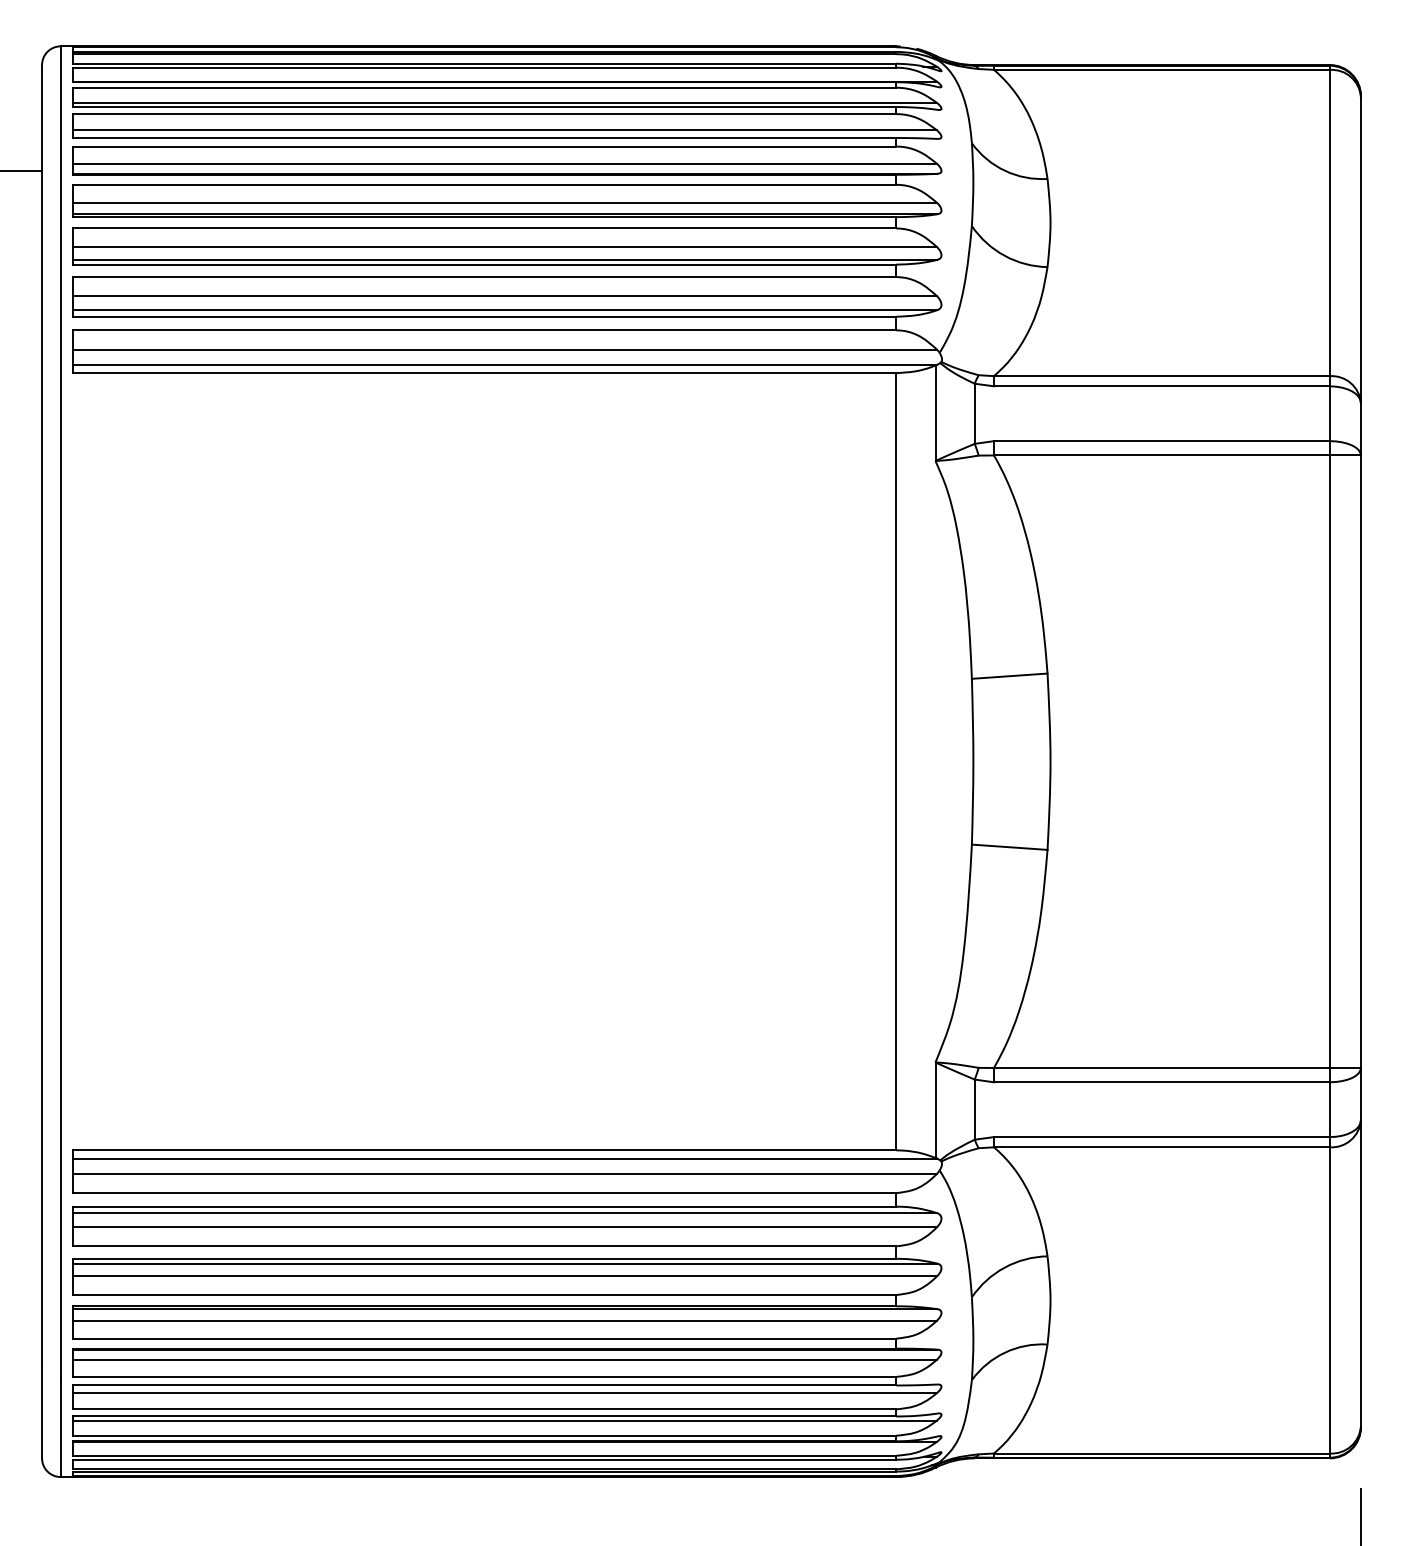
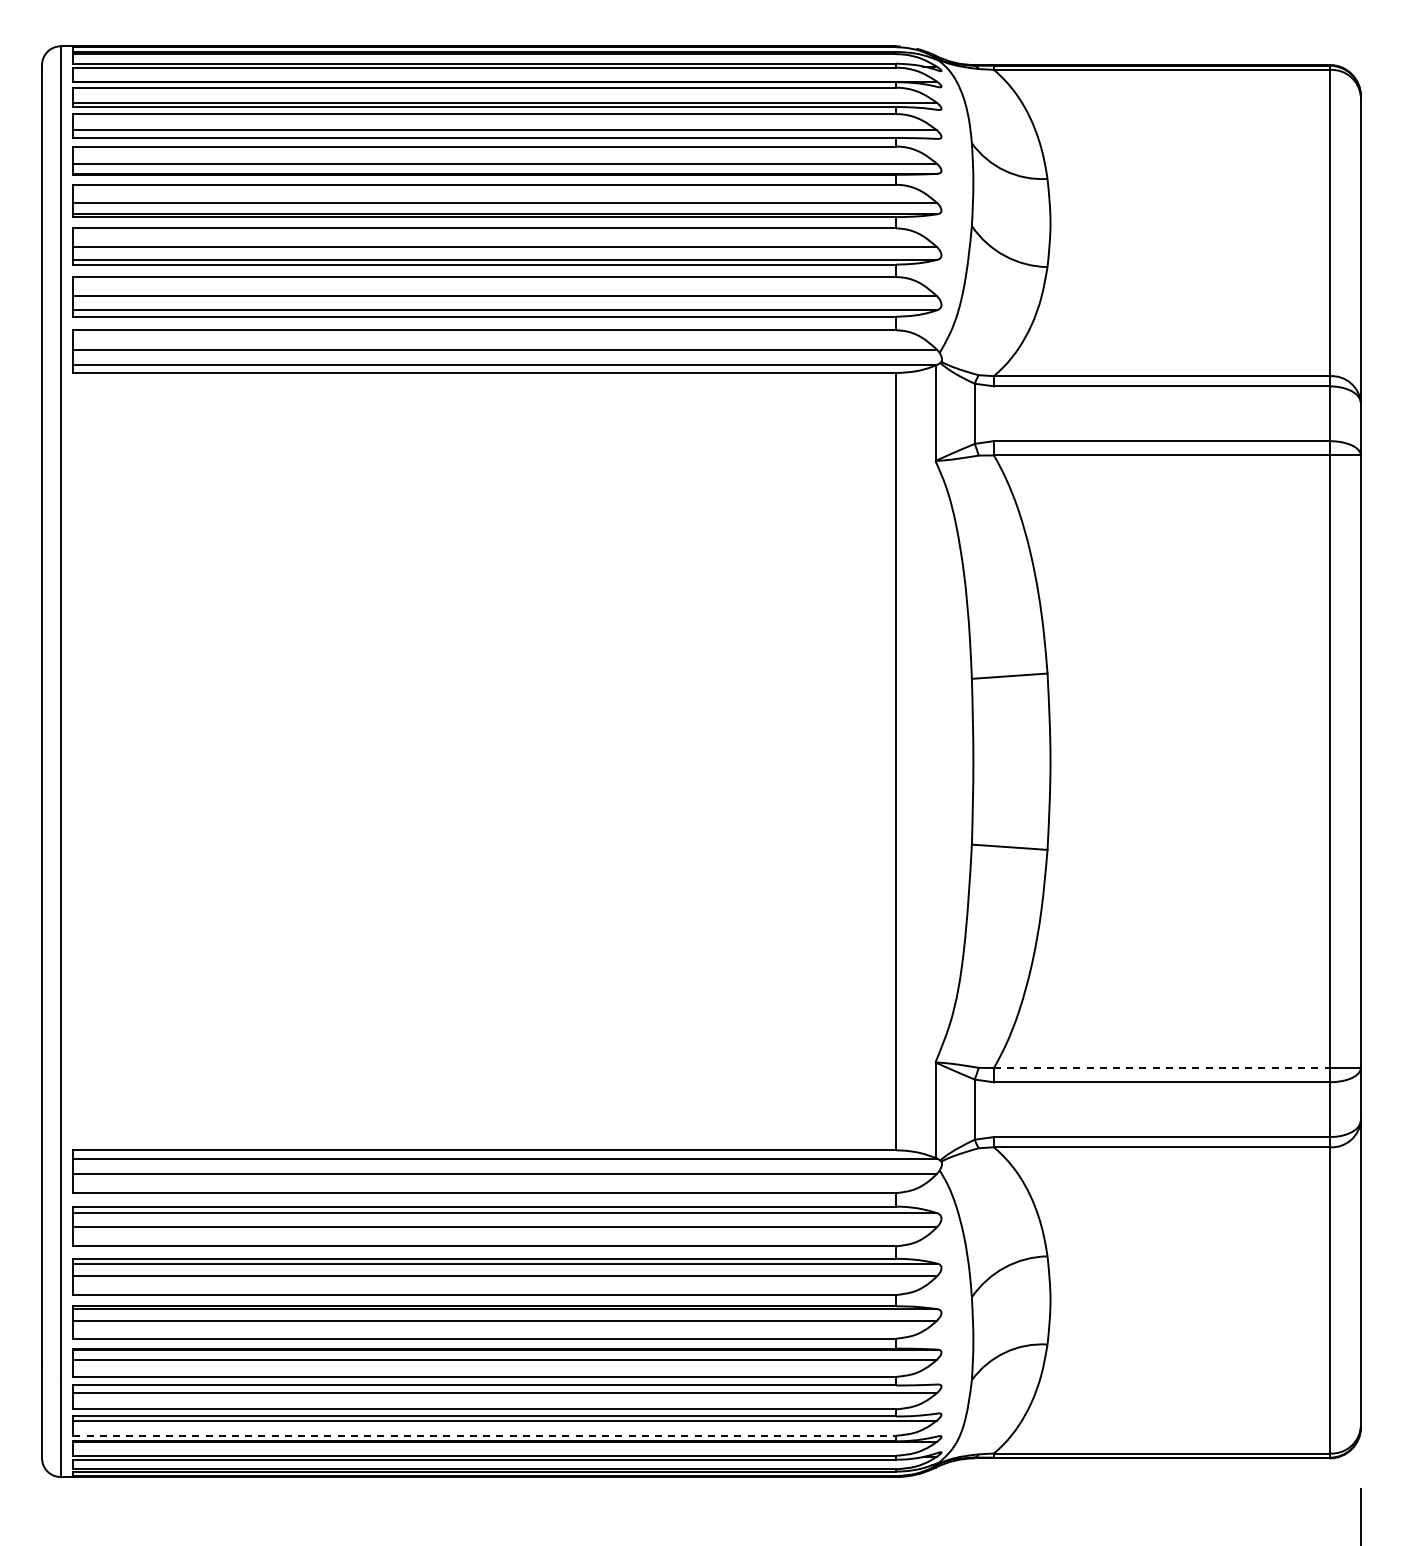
line at (22, 170): present -> none
line at (1161, 1067): solid -> dashed
line at (485, 1435): solid -> dashed
